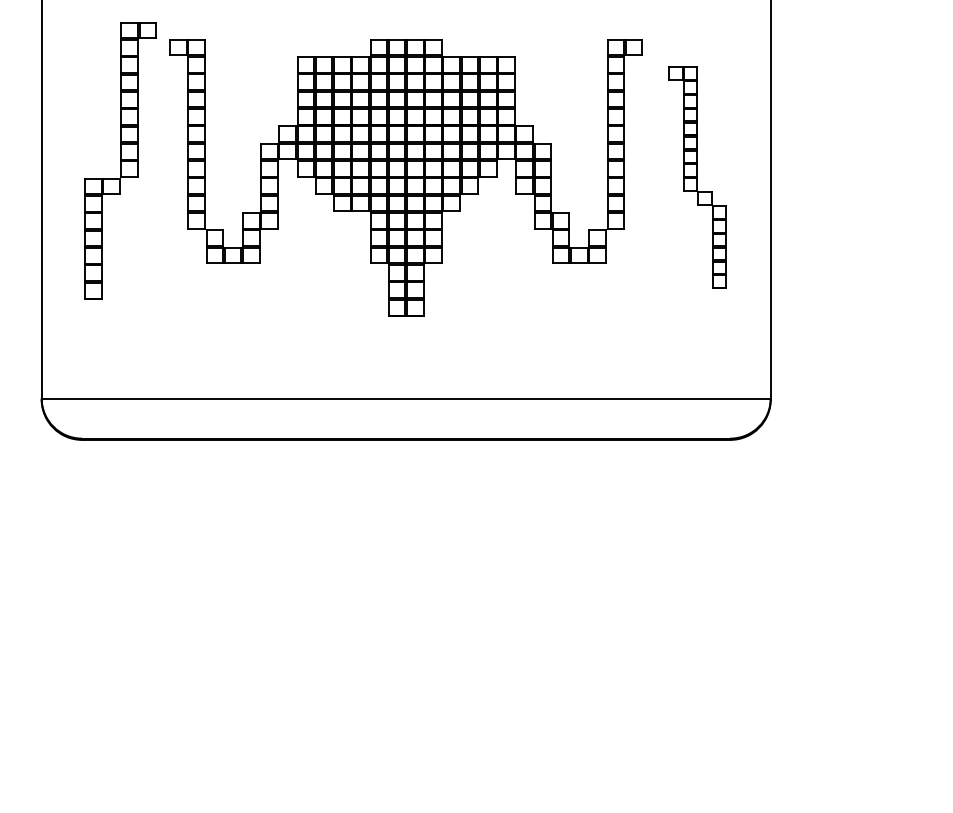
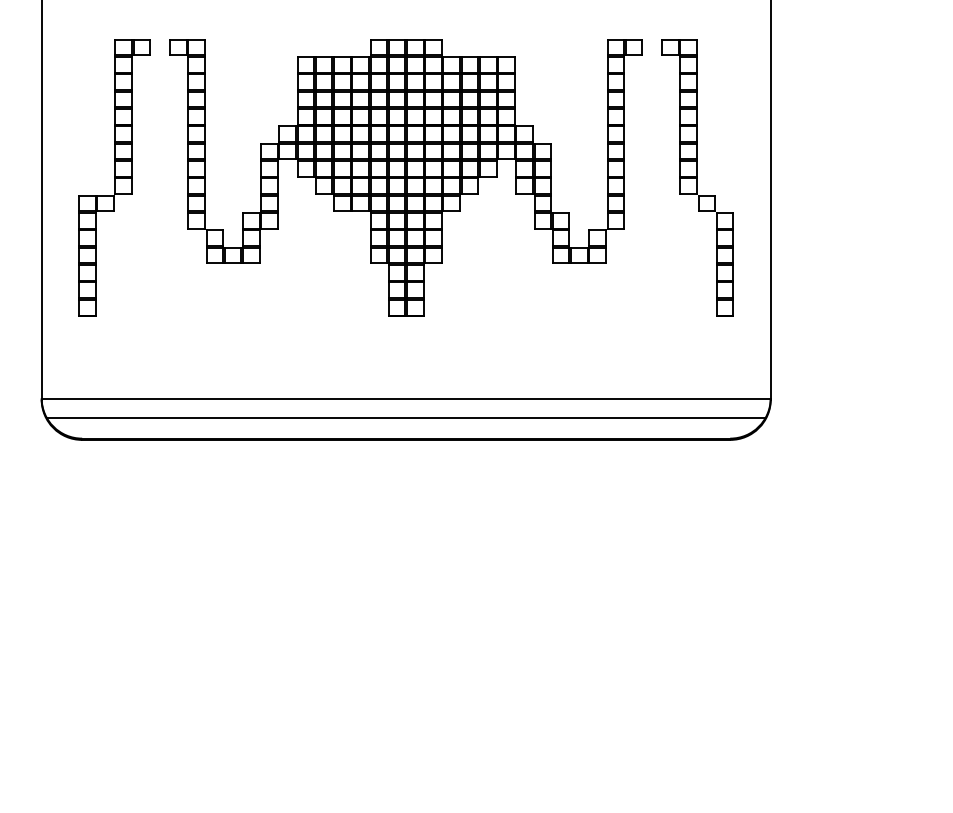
part at (120, 160) position: (120, 160) -> (114, 177)
part at (697, 177) size: 59x223 px -> 73x278 px
line at (405, 417): none -> present
